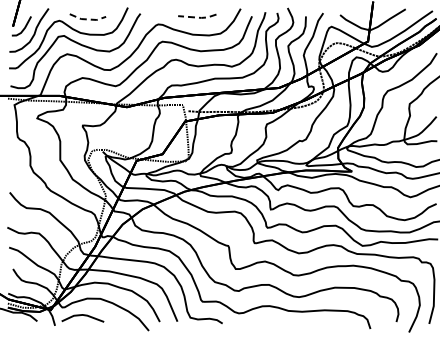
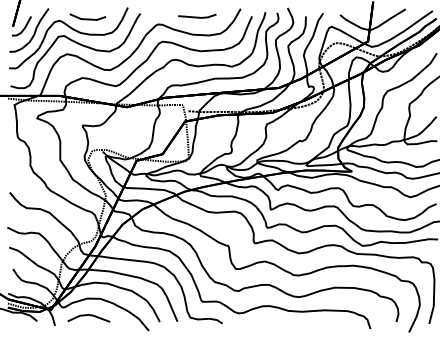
line at (198, 17): dashed -> solid
line at (88, 19): dashed -> solid
line at (84, 316) position: (84, 316) -> (90, 316)
